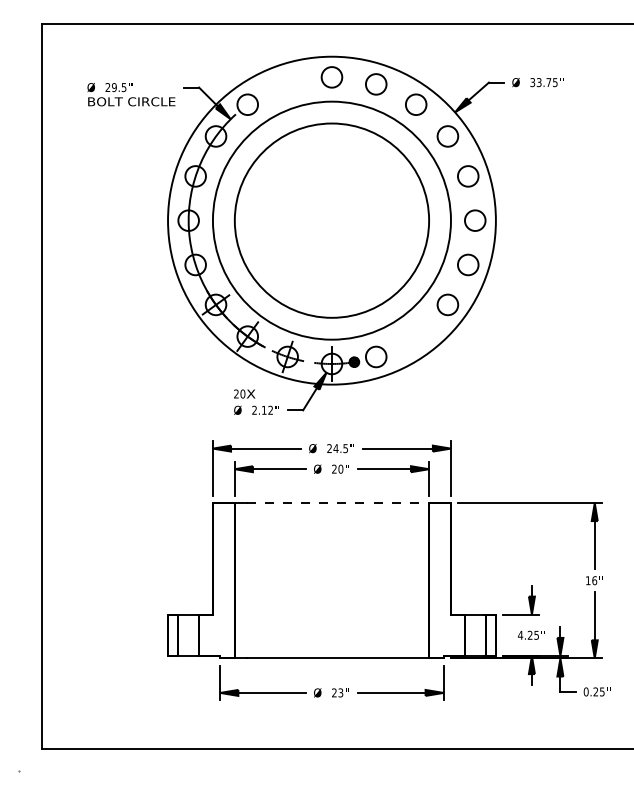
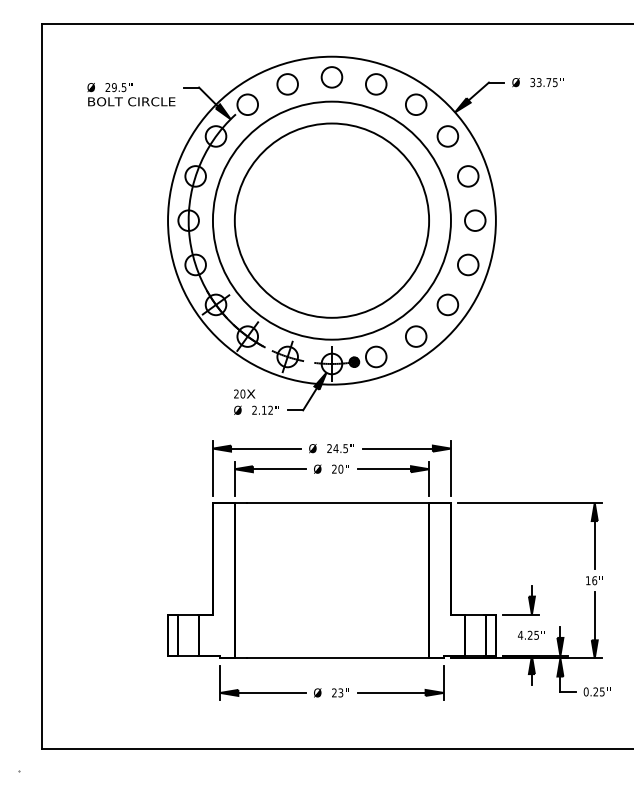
circle at (287, 84): none -> present
circle at (416, 336): none -> present
line at (338, 502): dashed -> solid
